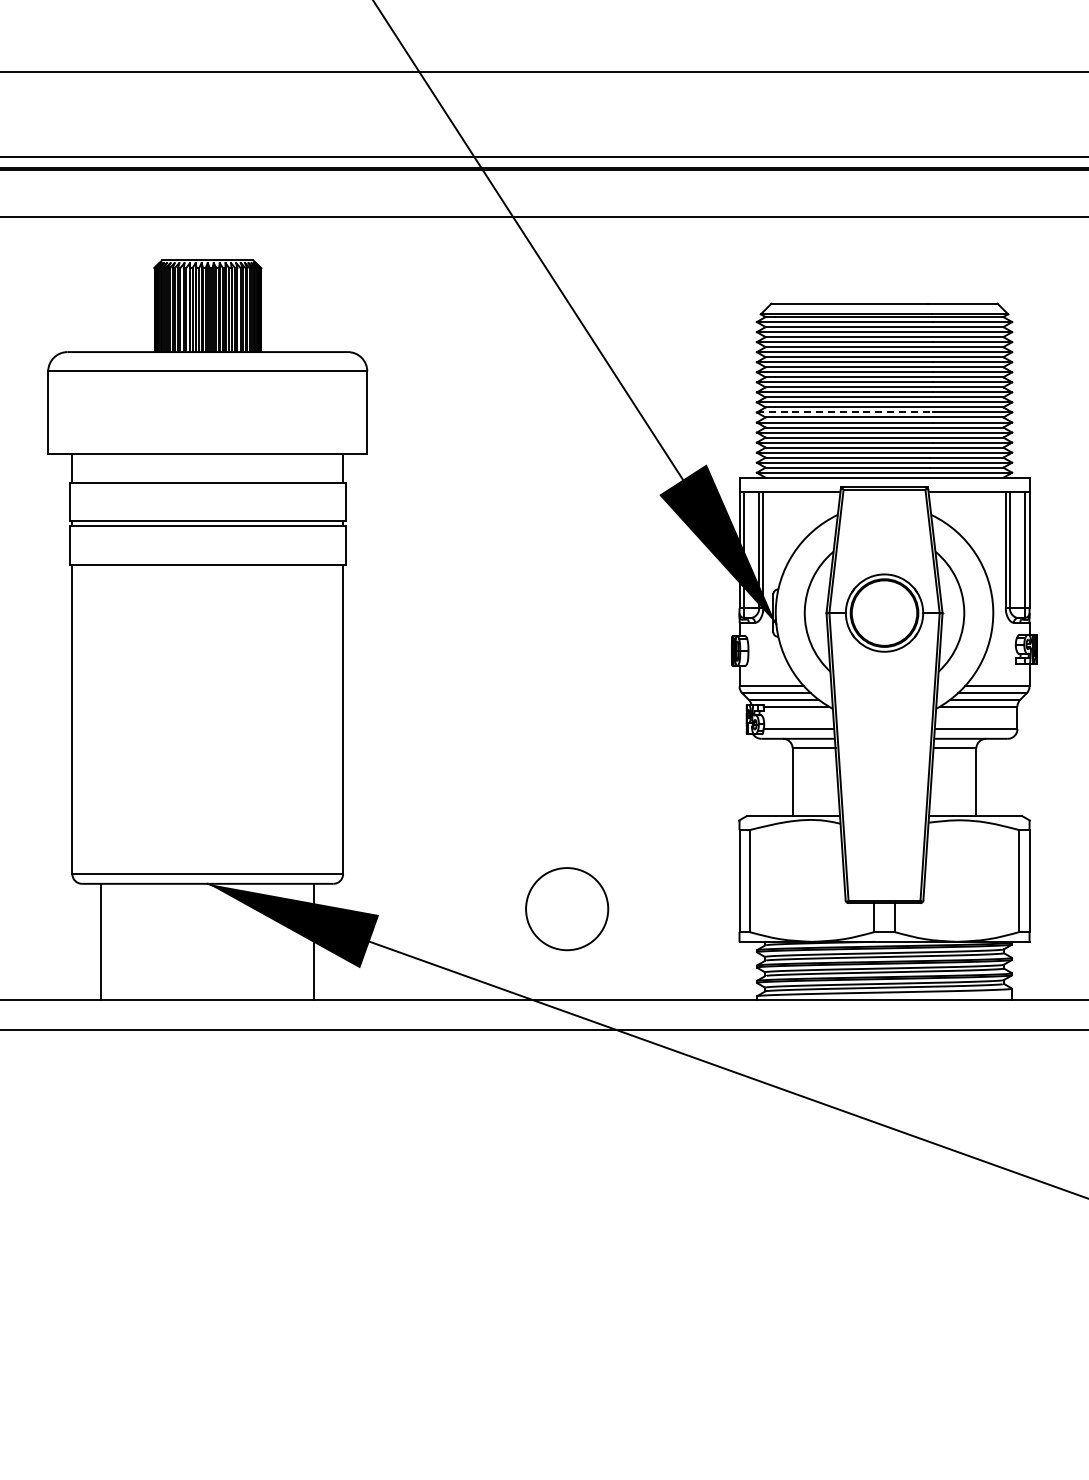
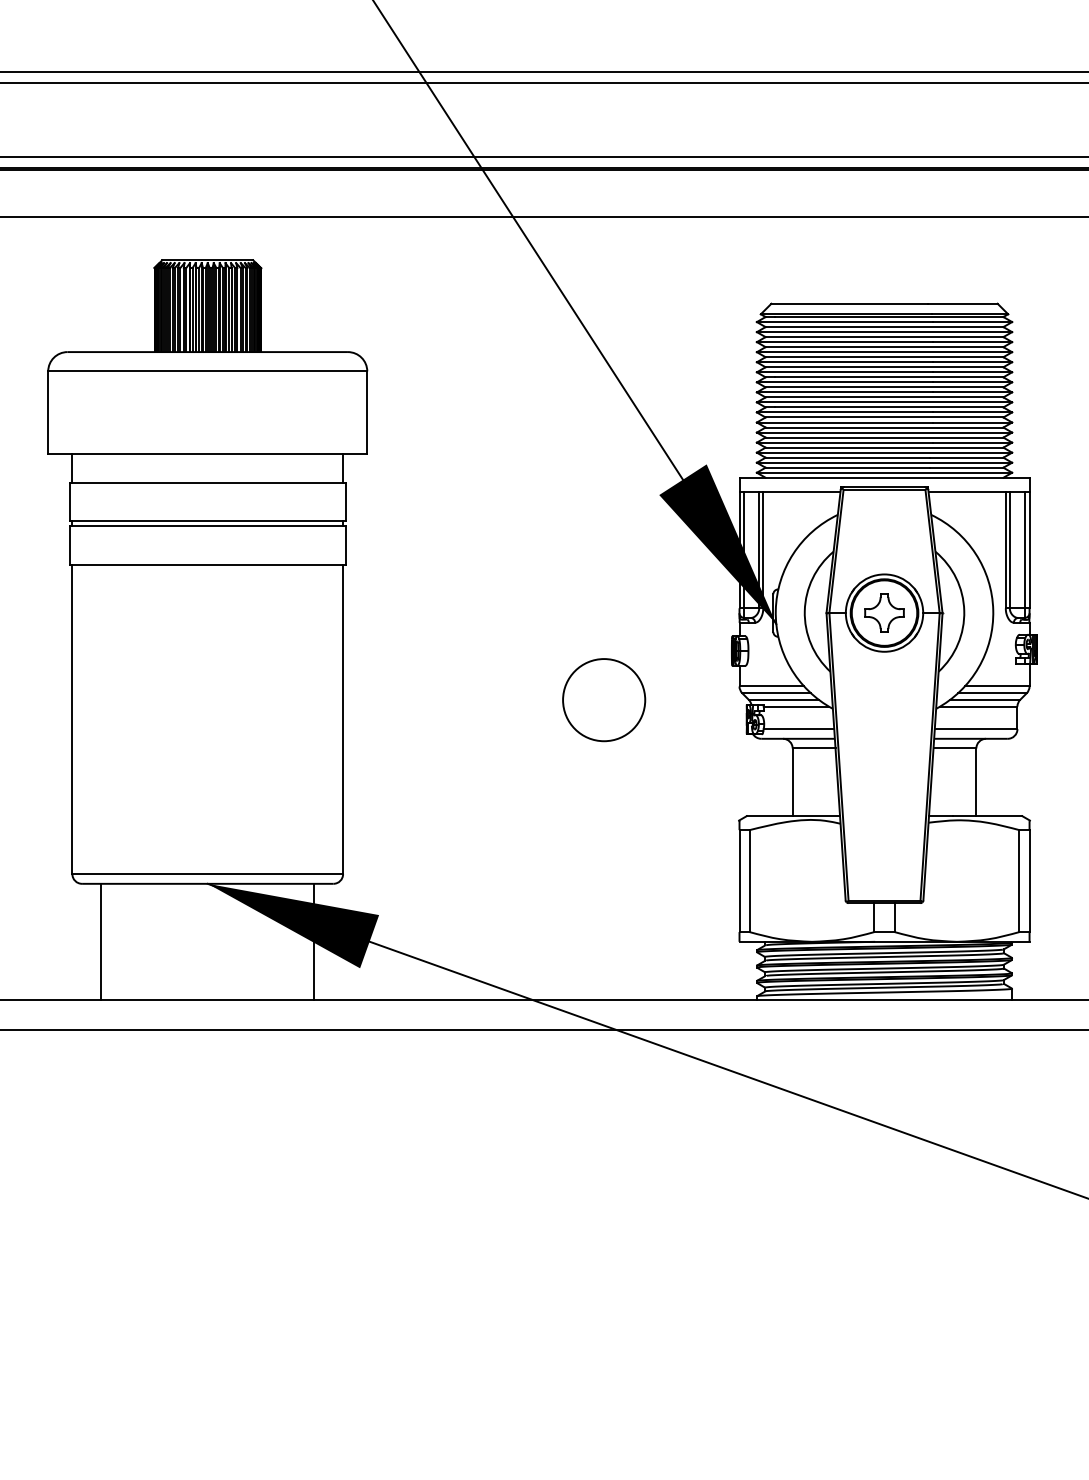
line at (543, 83): none -> present
line at (845, 412): dashed -> solid
part at (884, 612): none -> present
circle at (567, 909) position: (567, 909) -> (604, 700)
